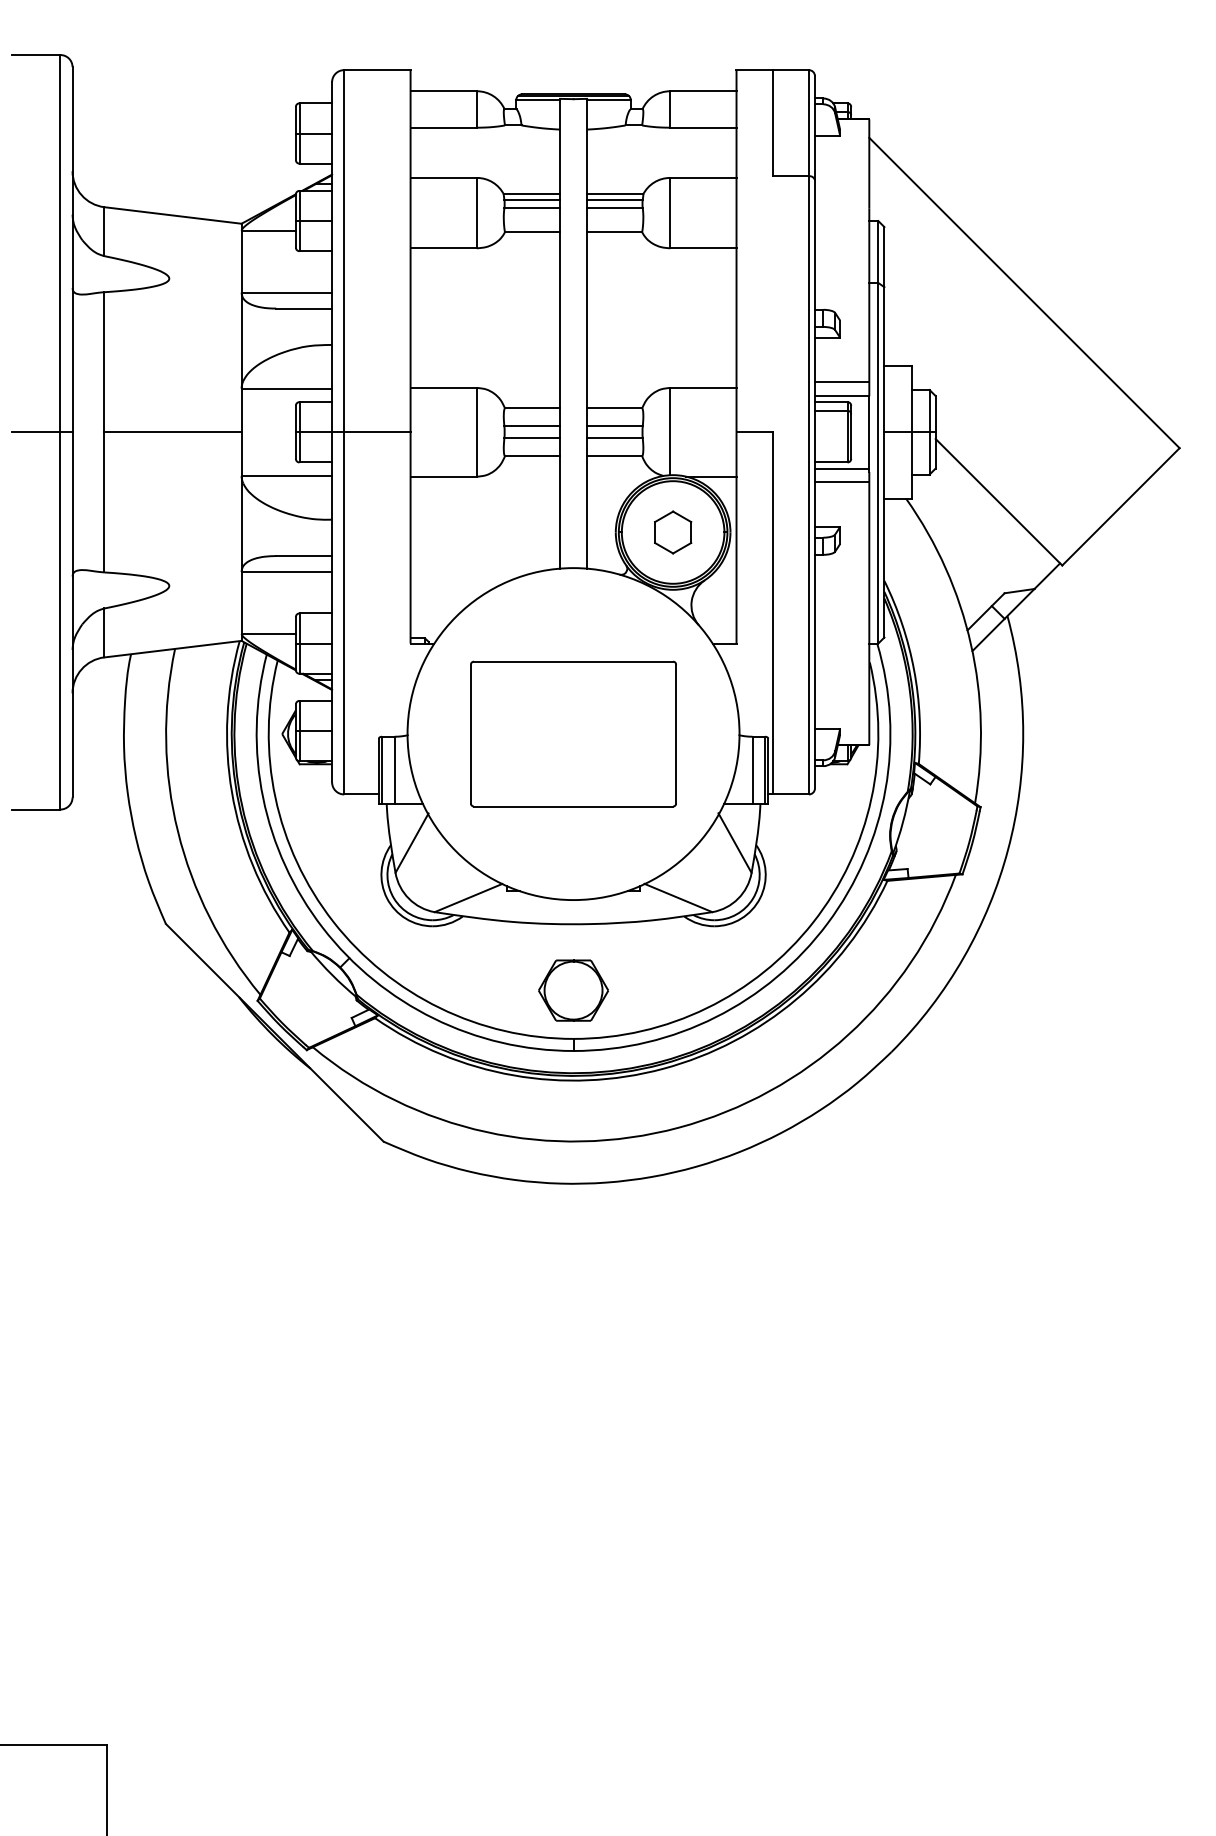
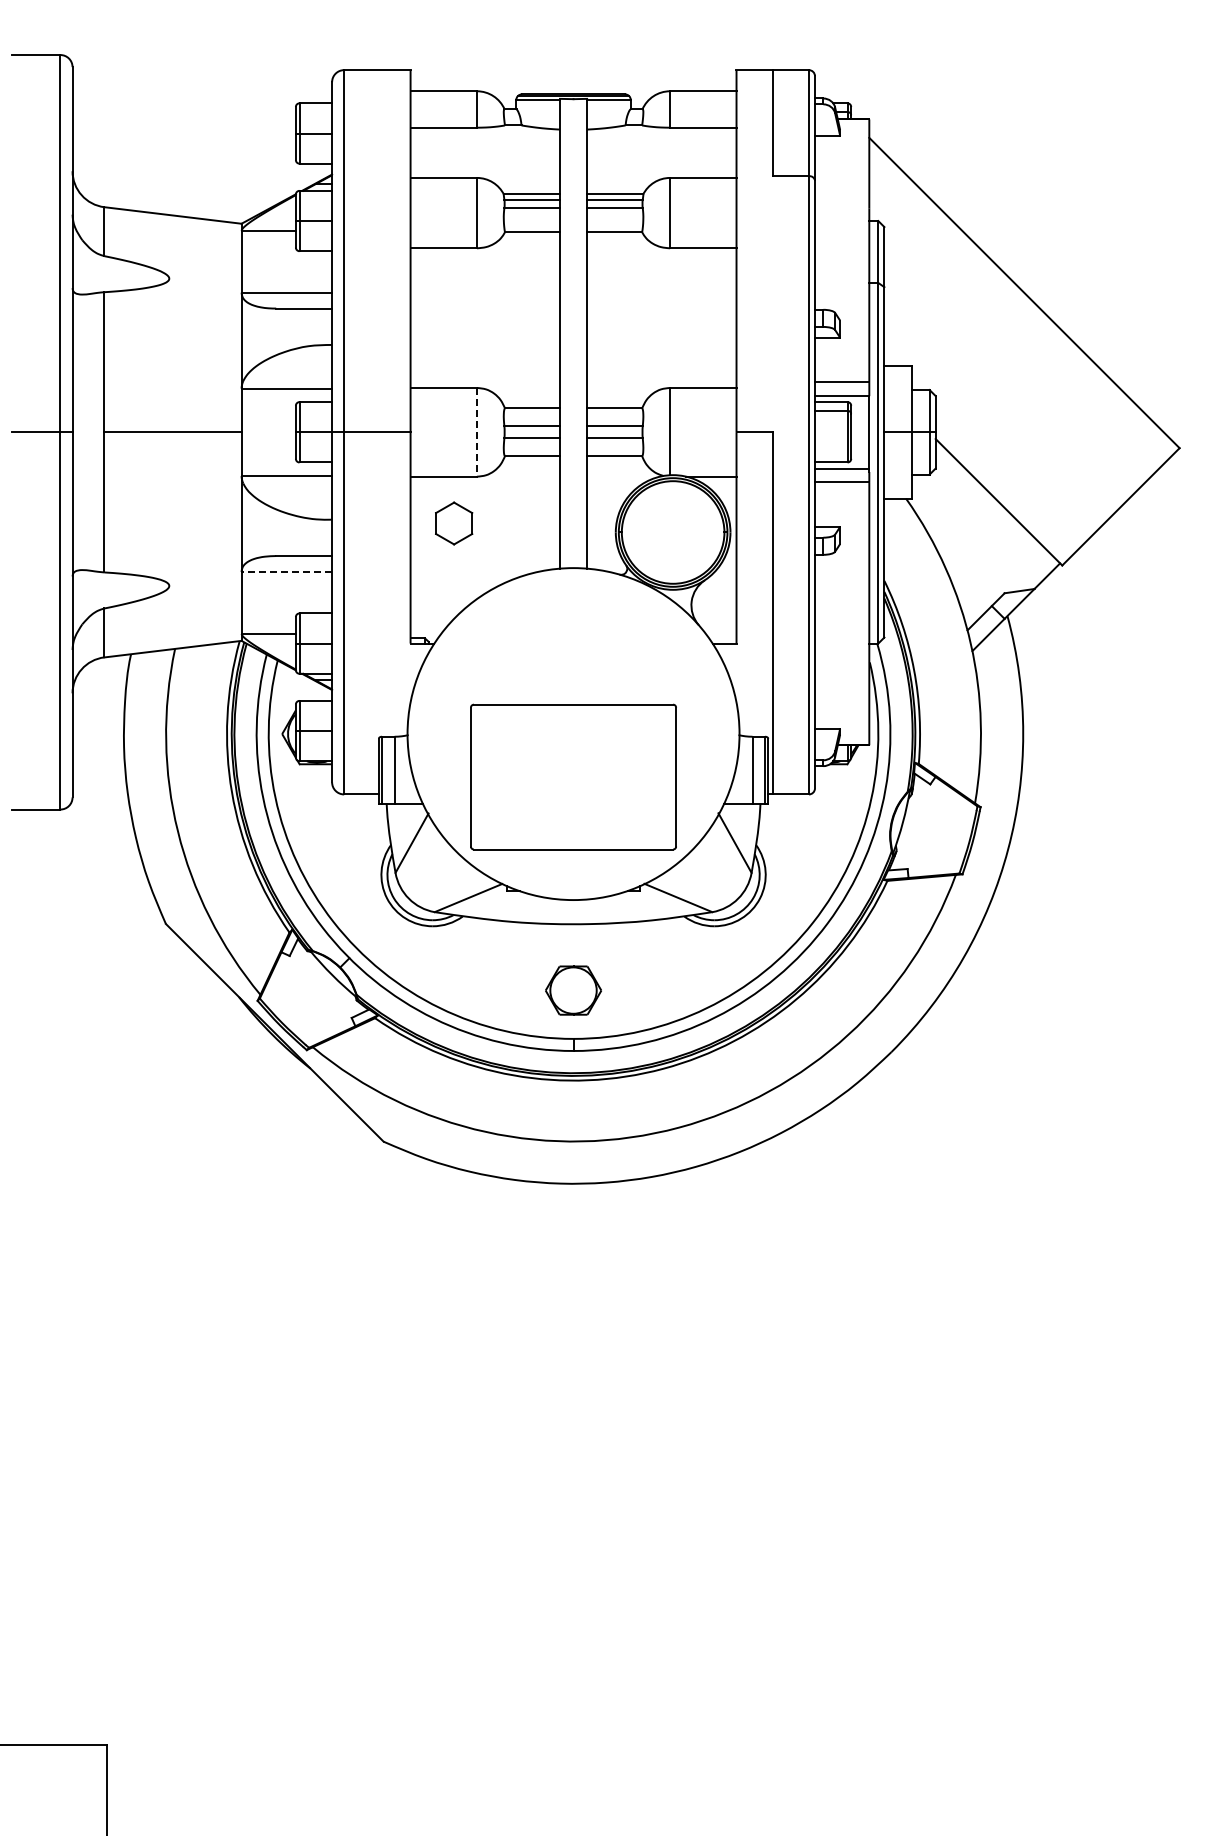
line at (476, 432): solid -> dashed
part at (673, 532) position: (673, 532) -> (454, 523)
line at (286, 572): solid -> dashed
part at (573, 733) position: (573, 733) -> (573, 776)
part at (573, 990) size: 71x63 px -> 57x51 px
